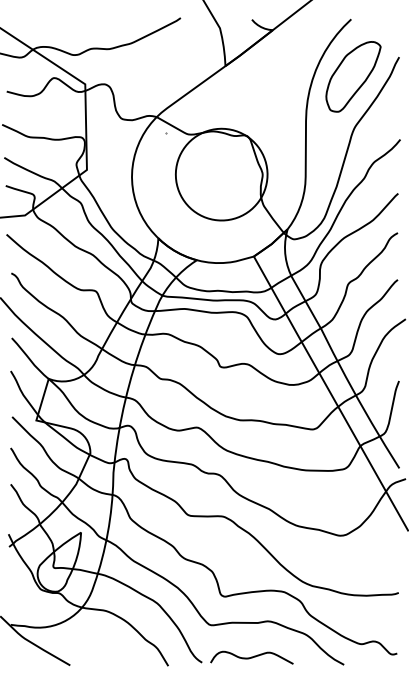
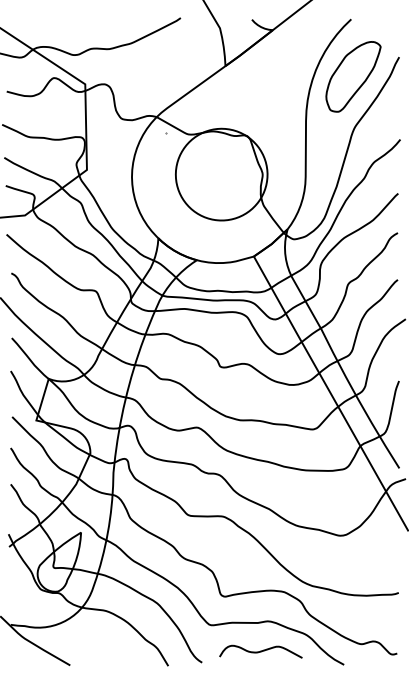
curve at (251, 657) position: (251, 657) -> (260, 651)
